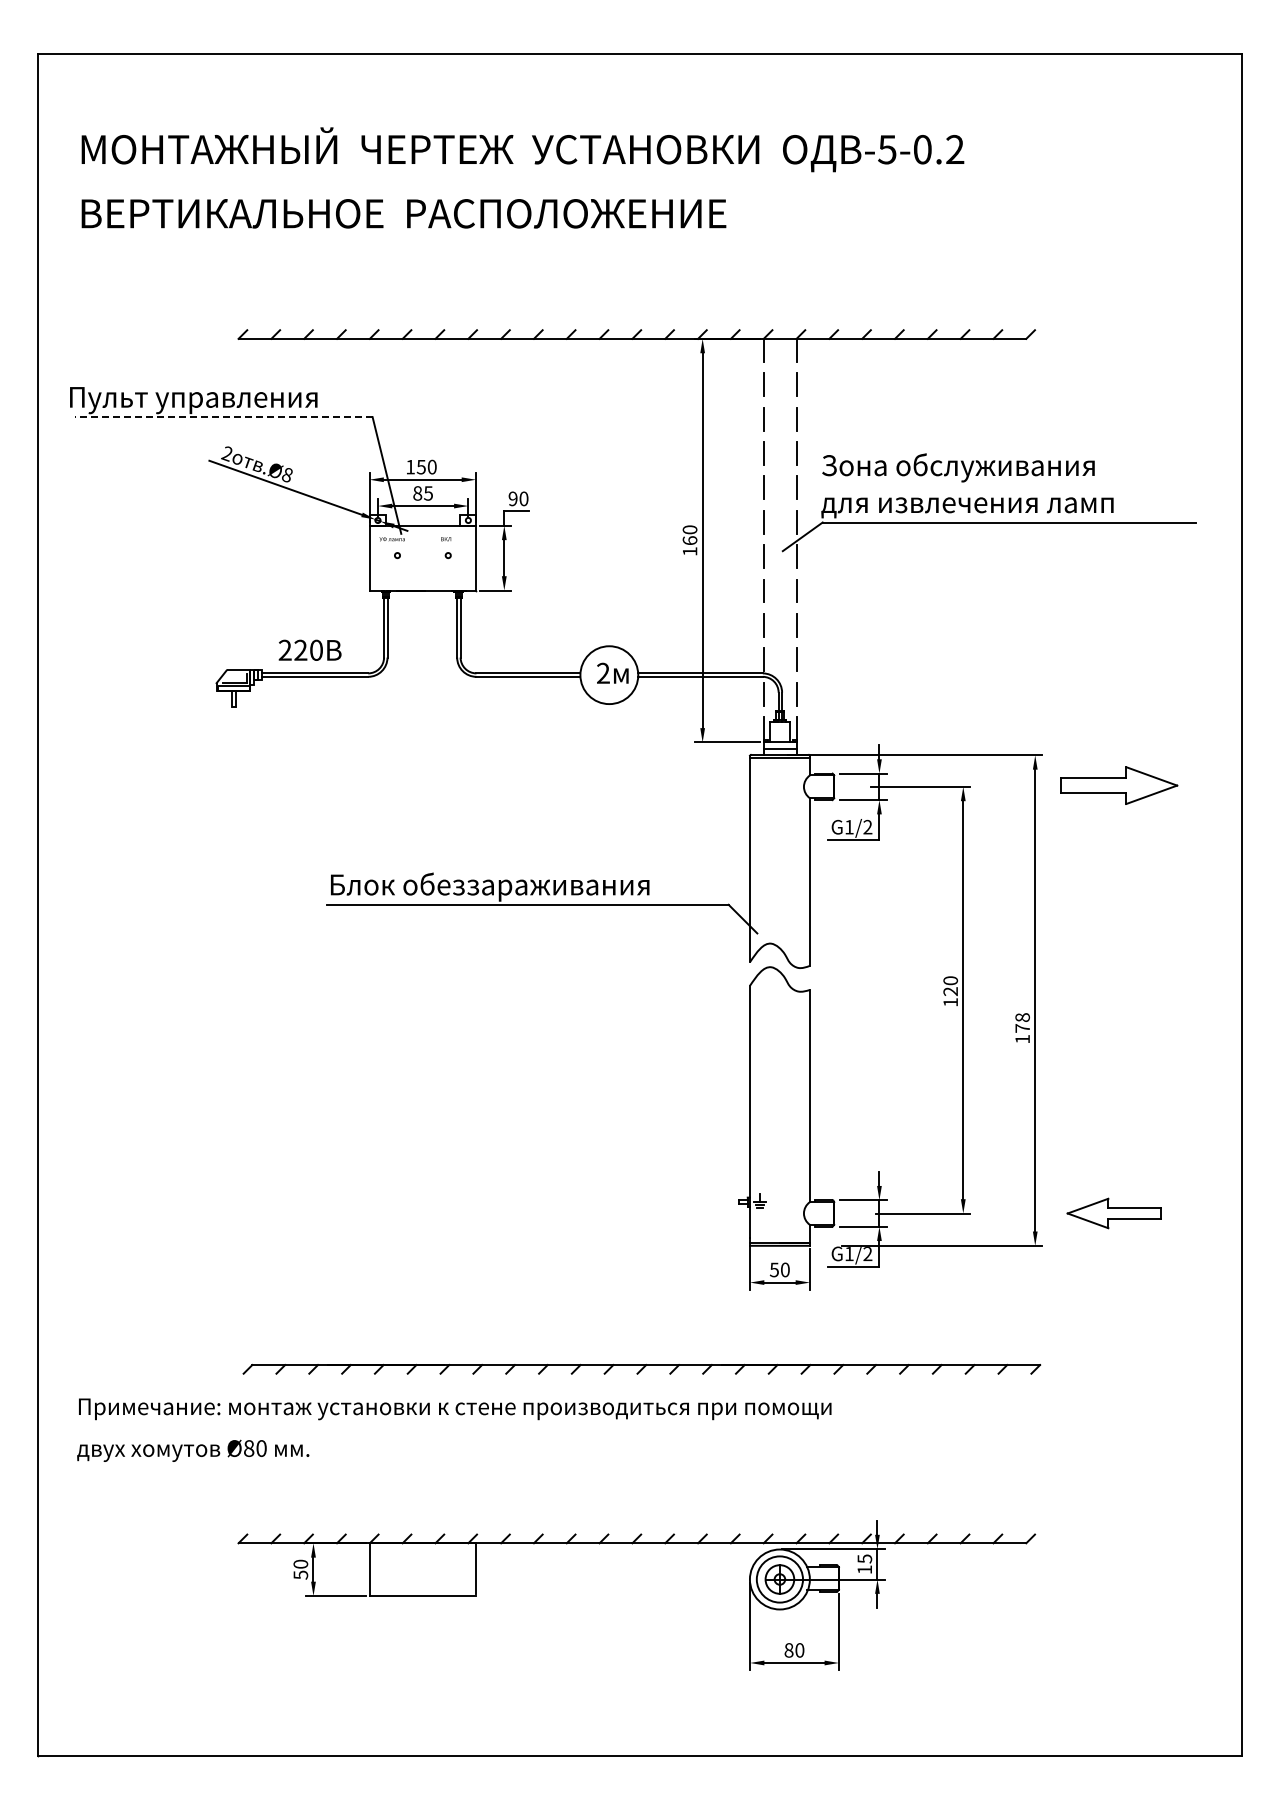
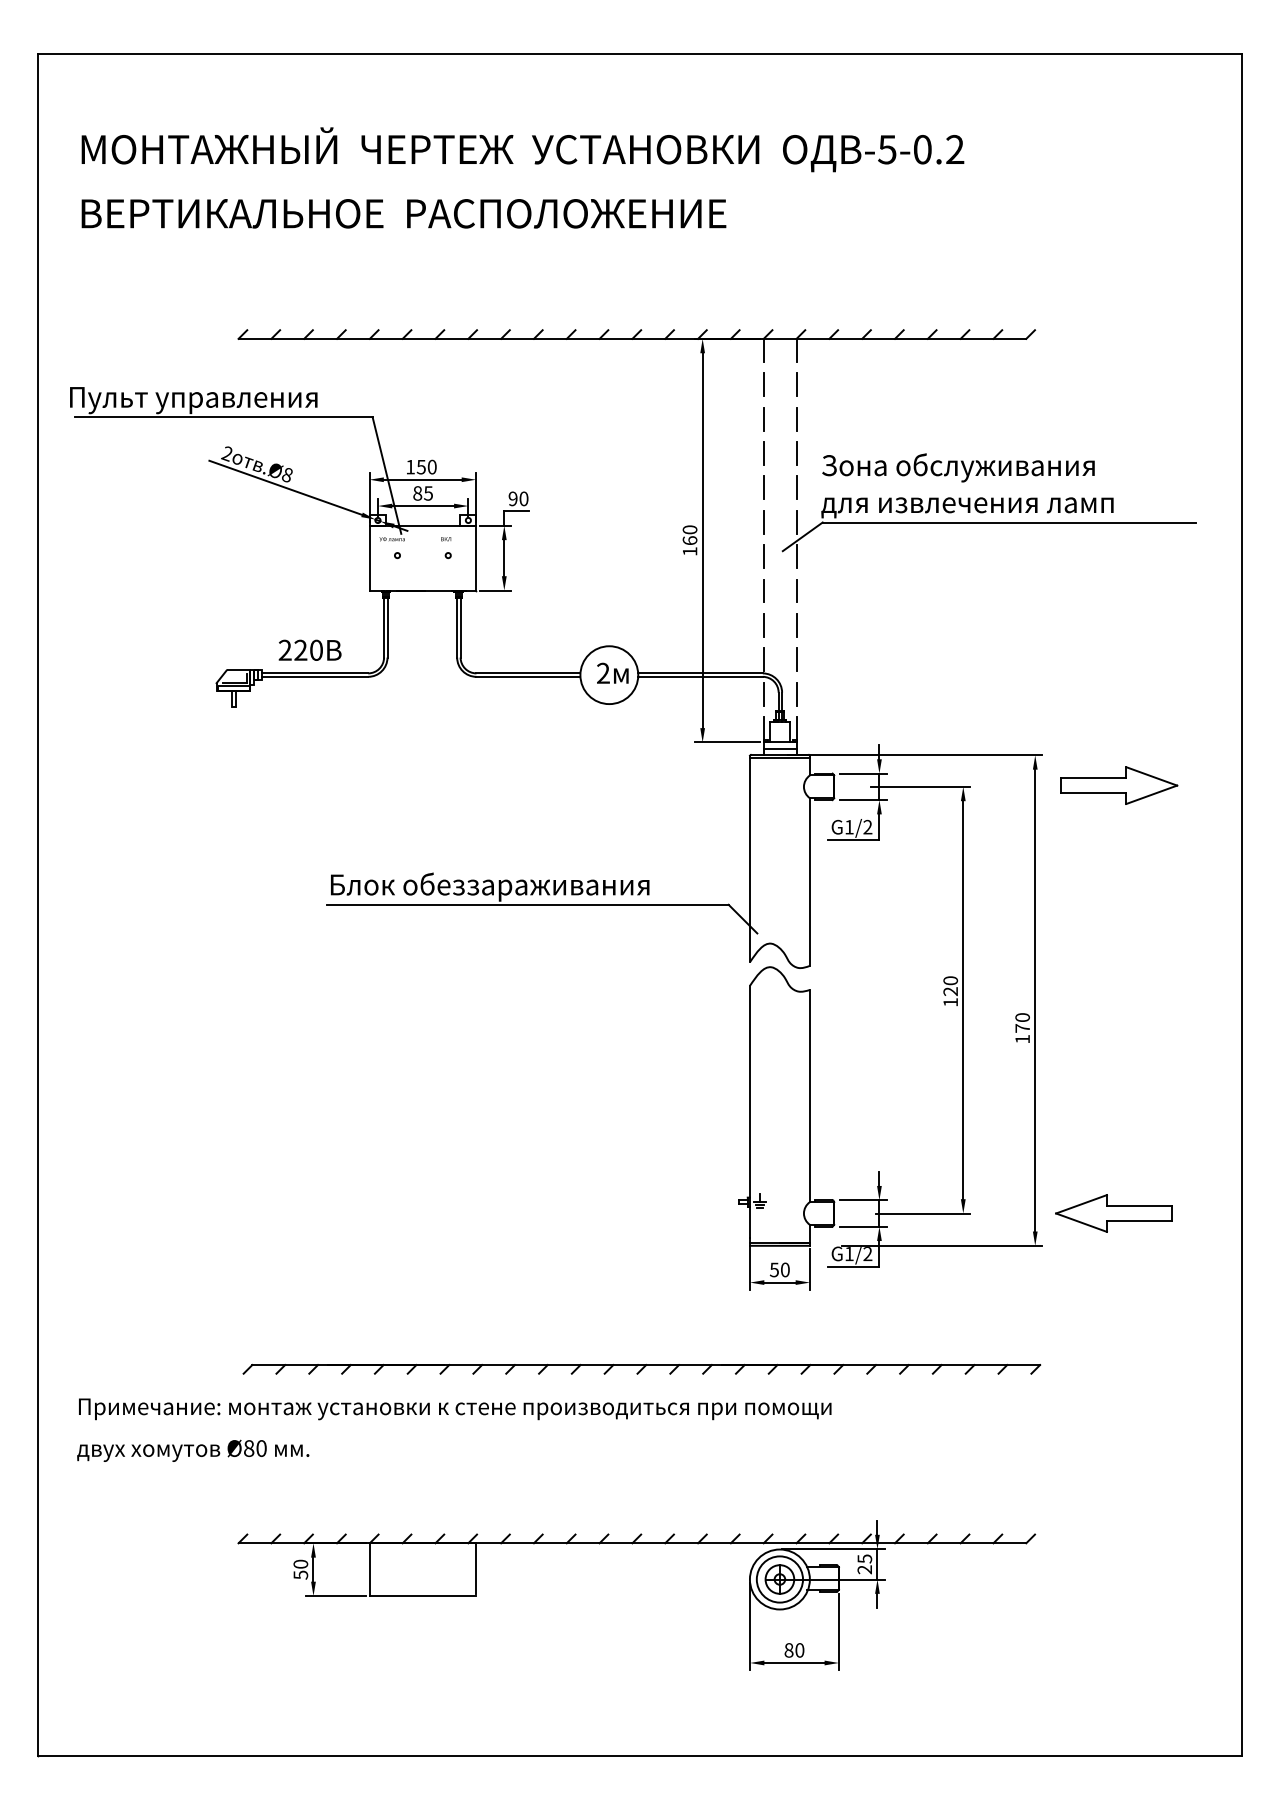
line at (224, 417): dashed -> solid
text at (1022, 1017): 178 -> 170
part at (1113, 1213) size: 96x33 px -> 118x39 px
text at (864, 1569): 15 -> 25
